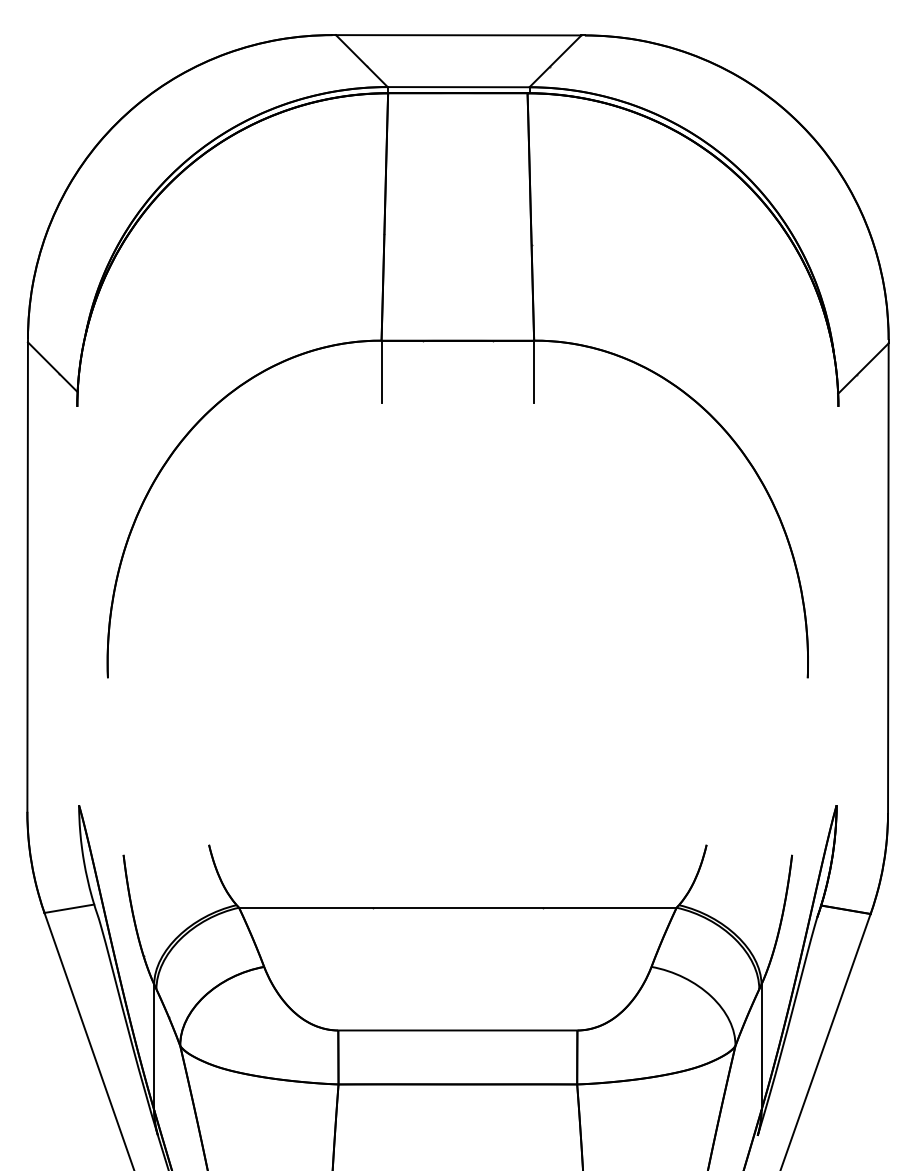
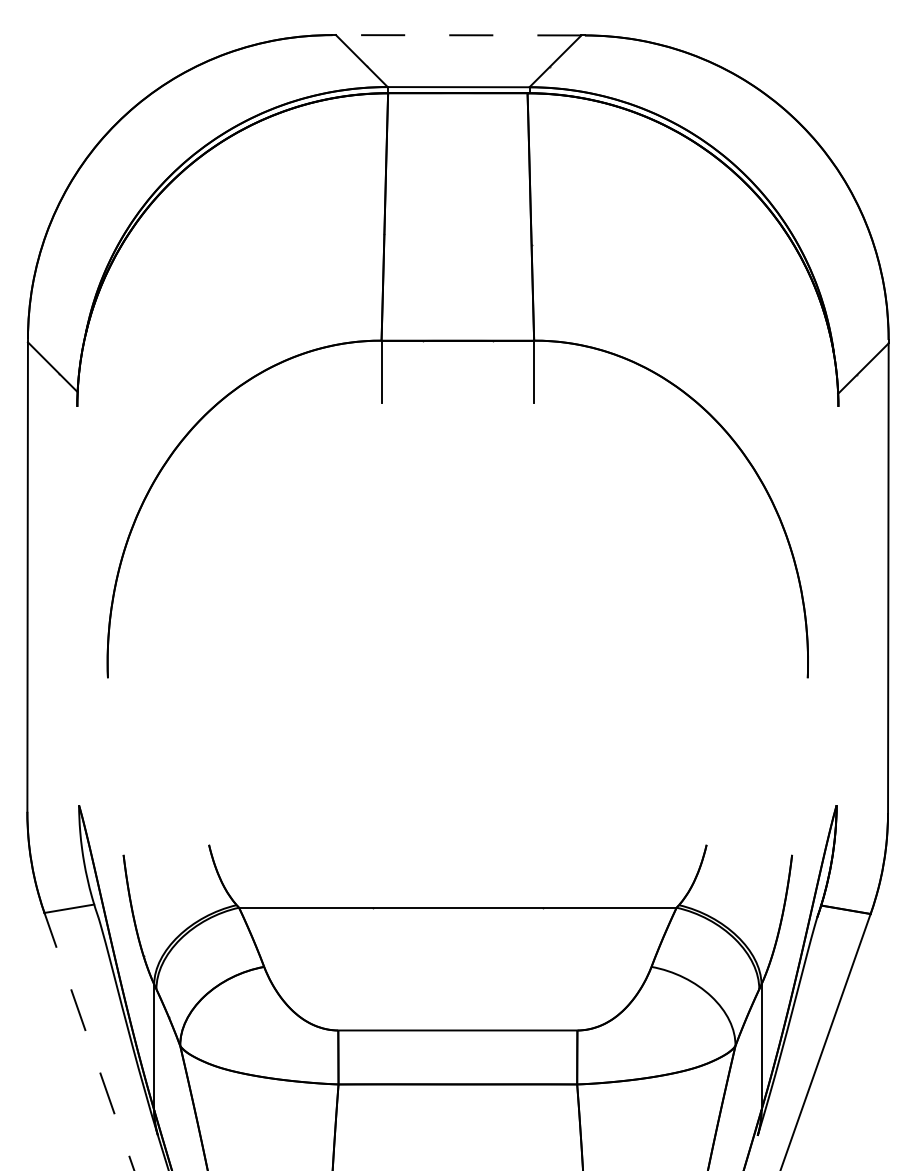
line at (458, 35): solid -> dashed
line at (89, 1041): solid -> dashed
